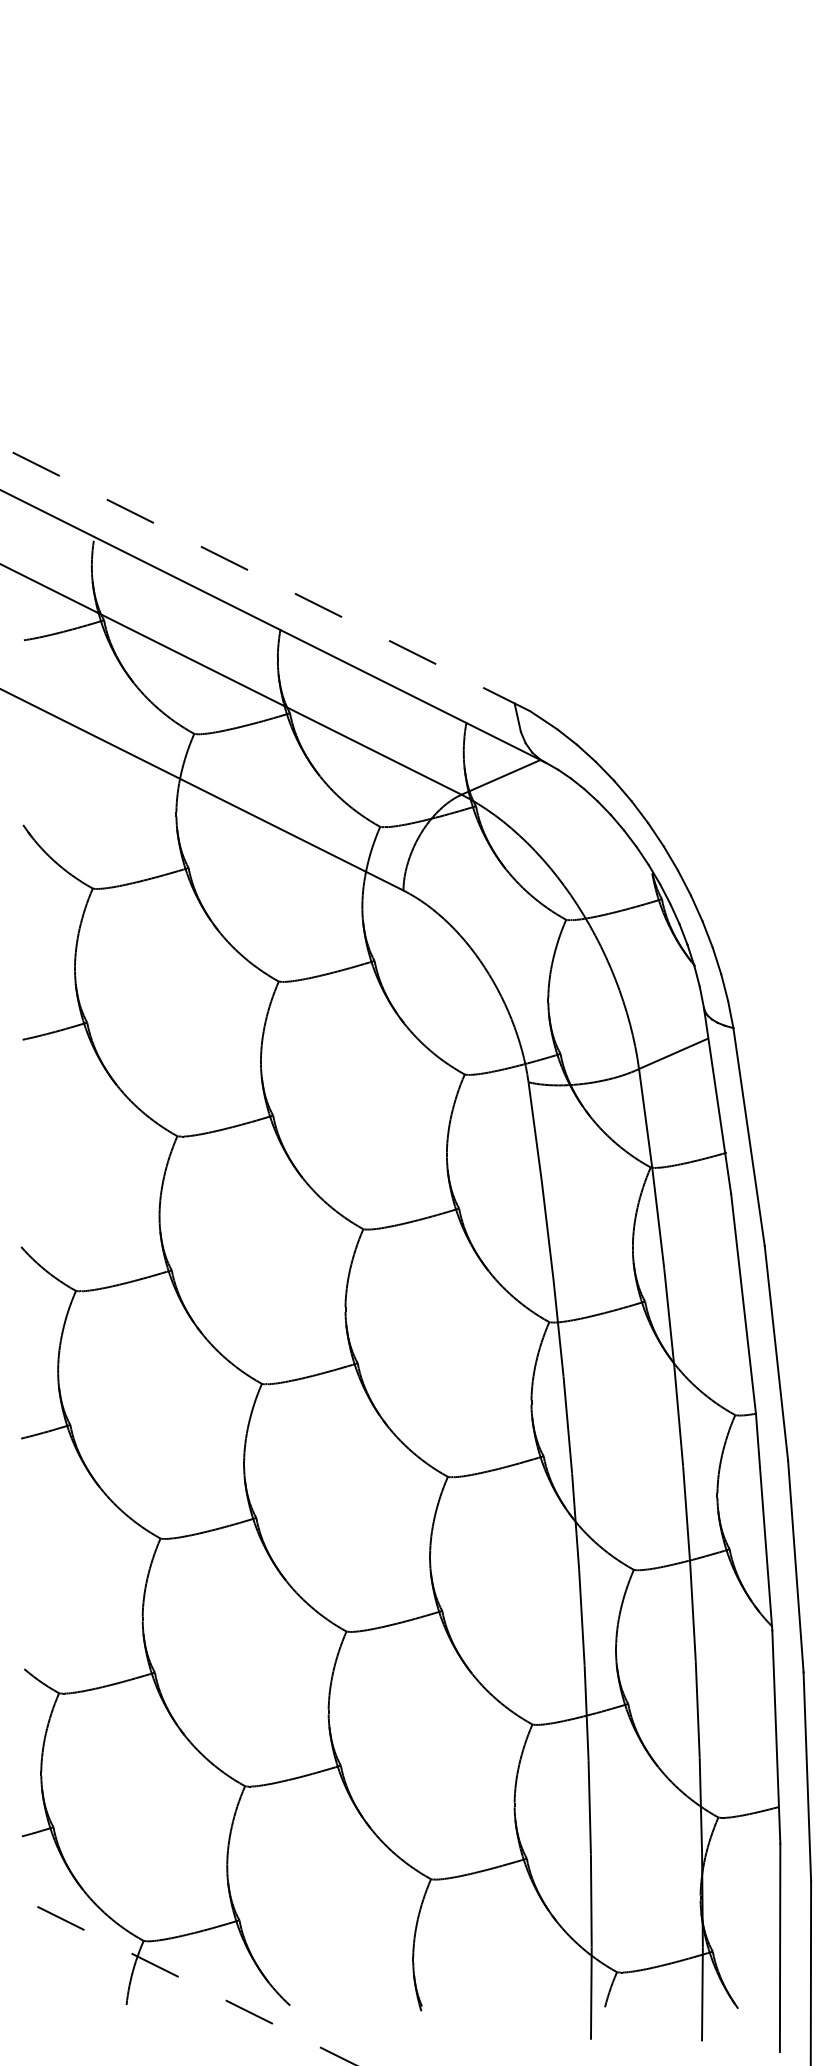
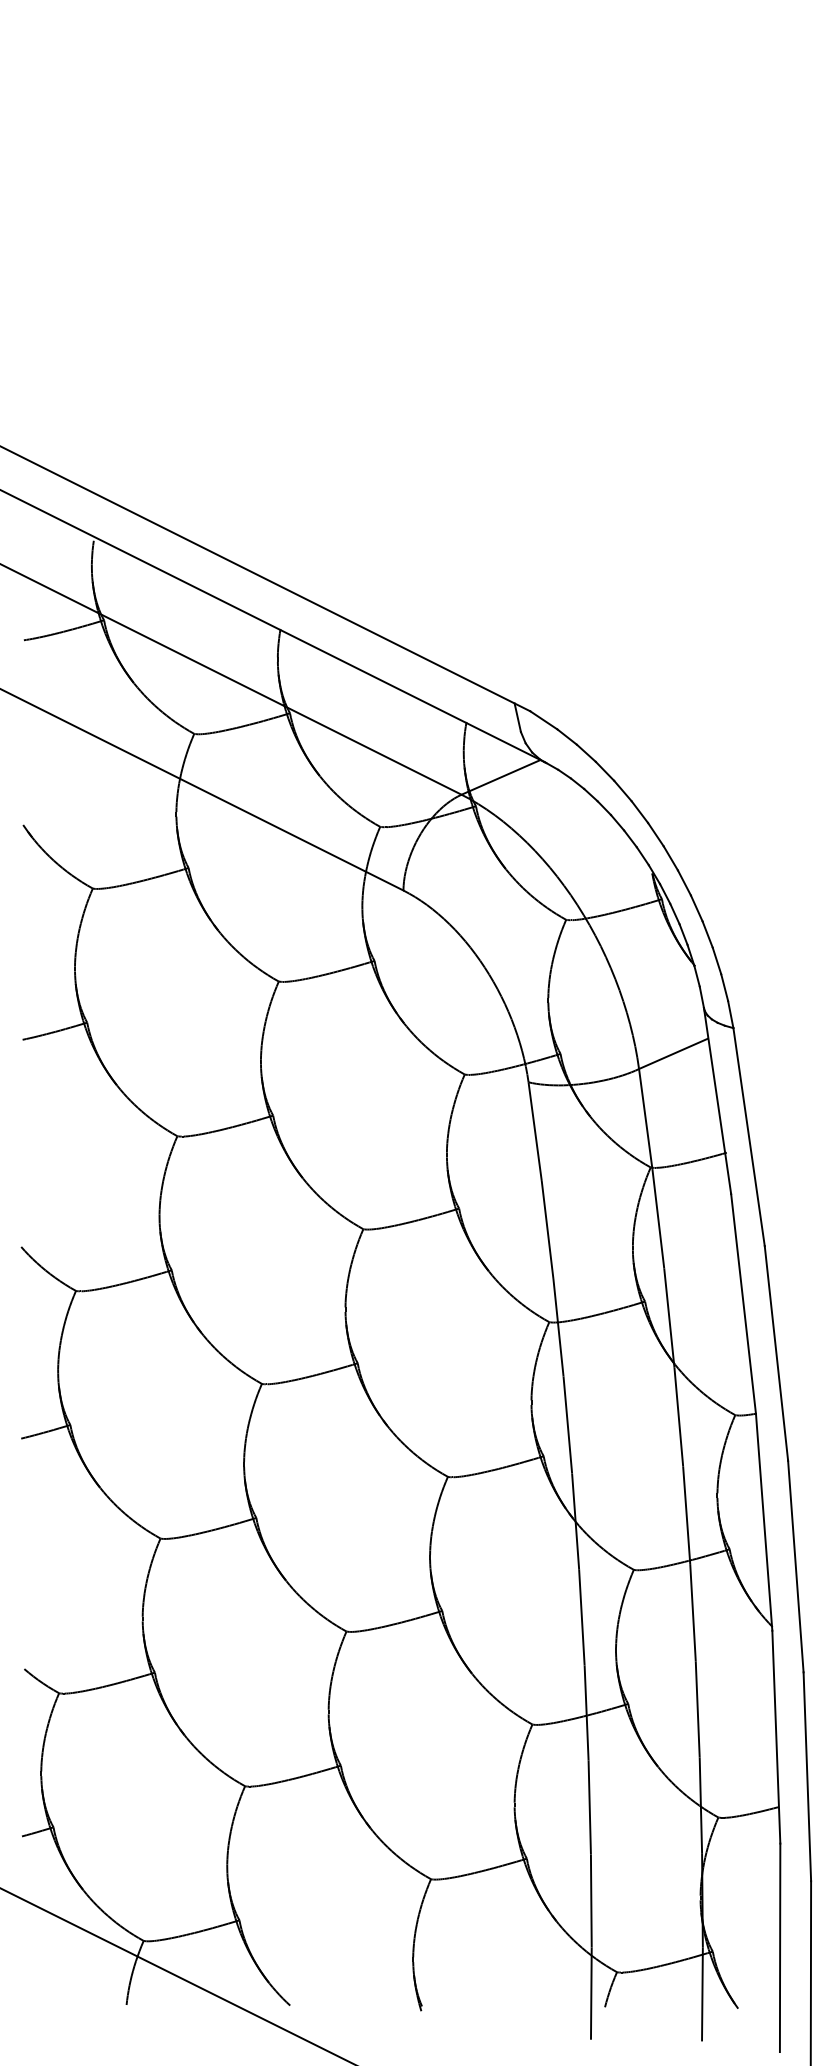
line at (265, 578): dashed -> solid
line at (179, 1977): dashed -> solid
